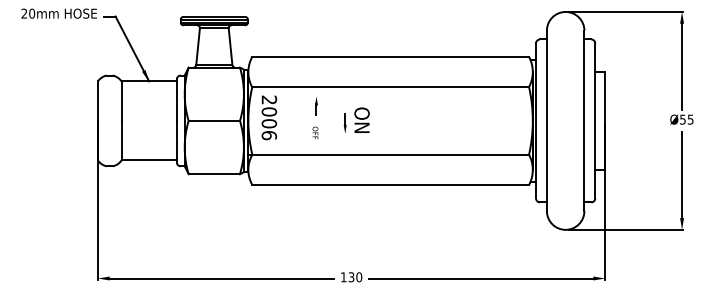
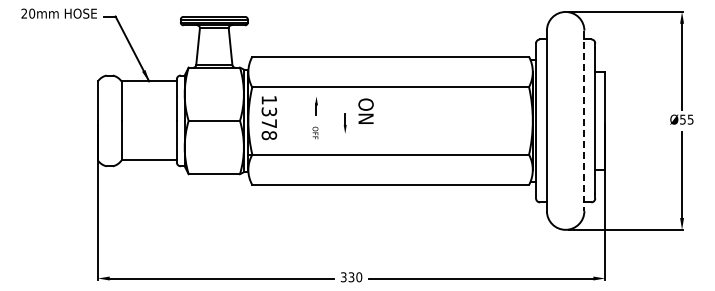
text at (269, 117): 2006 -> 1378
text at (361, 119) position: (361, 119) -> (365, 110)
line at (584, 121): solid -> dashed
text at (343, 277): 130 -> 330
